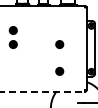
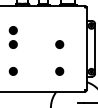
part at (12, 70): none -> present
line at (43, 91): dashed -> solid
